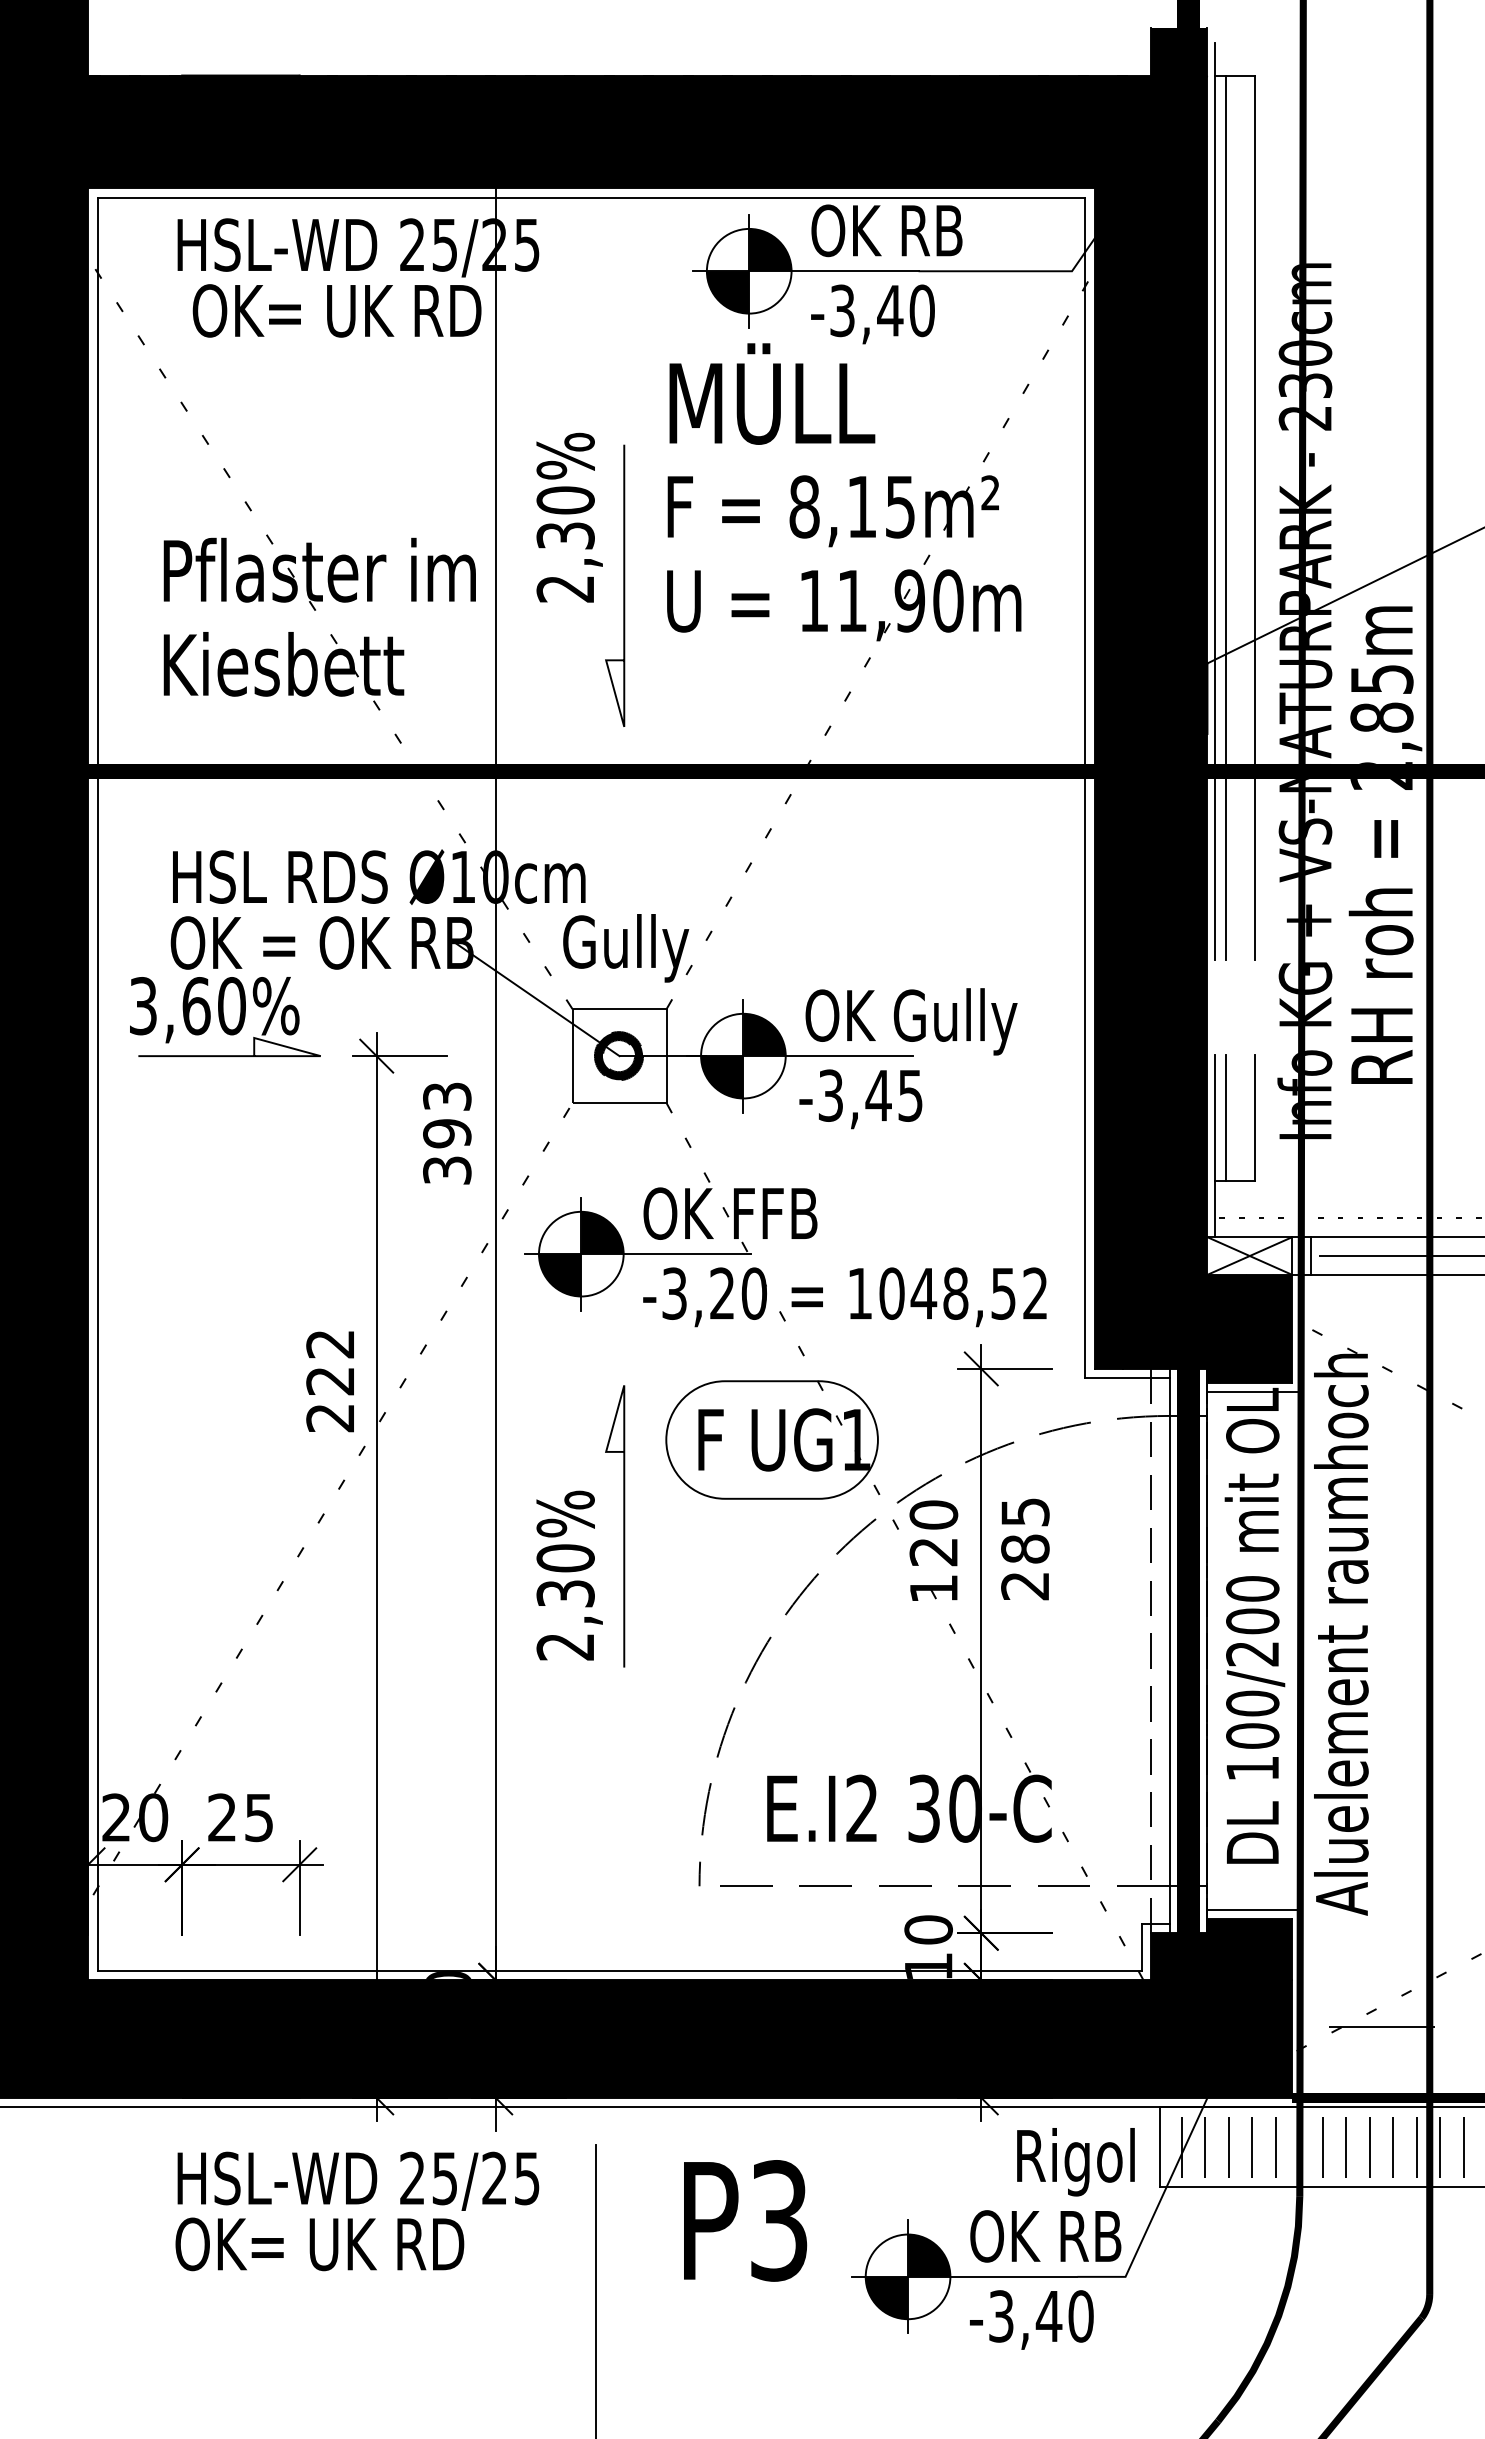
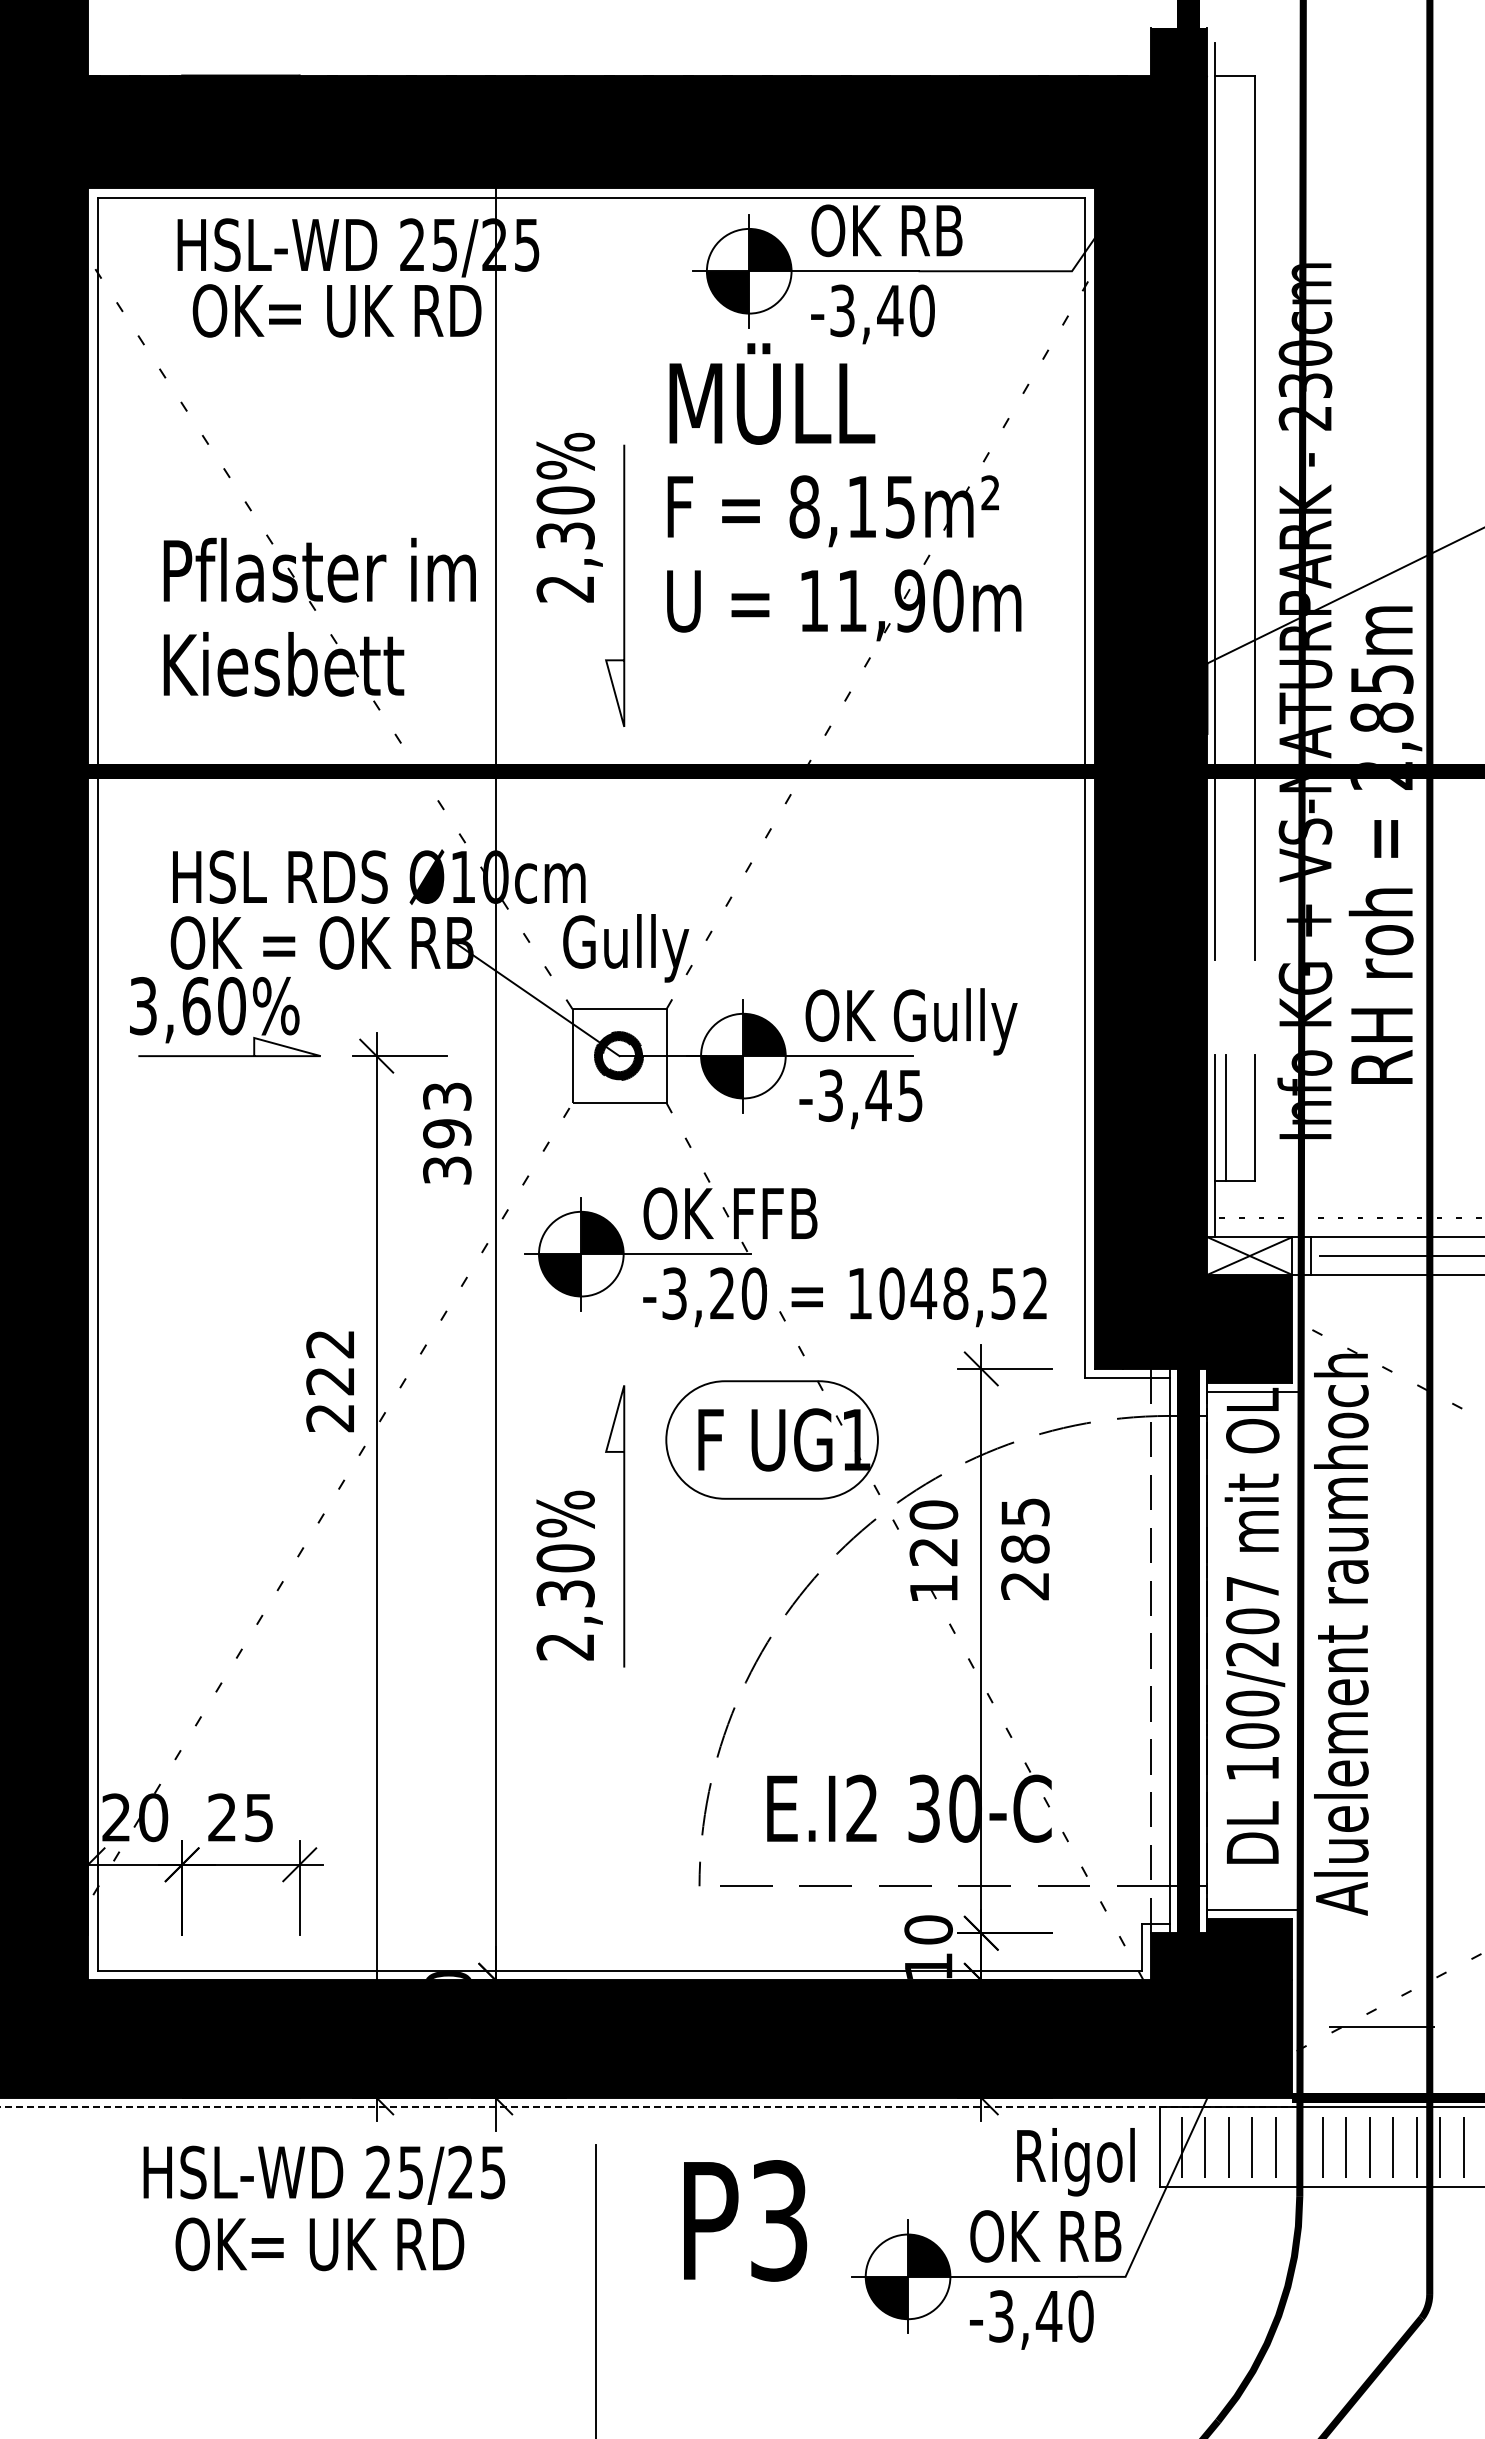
line at (1226, 517): present -> none
text at (1252, 1588): 100/200 -> 100/207
line at (651, 2107): solid -> dashed
text at (358, 2180) position: (358, 2180) -> (324, 2174)
